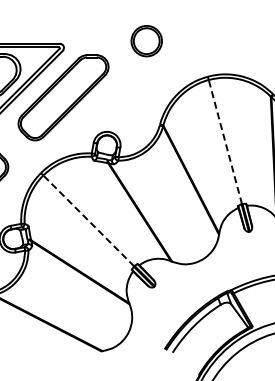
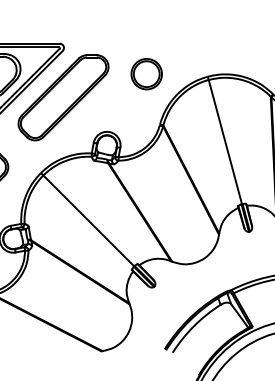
part at (146, 41) position: (146, 41) -> (146, 74)
line at (225, 141): dashed -> solid
line at (88, 220): dashed -> solid
